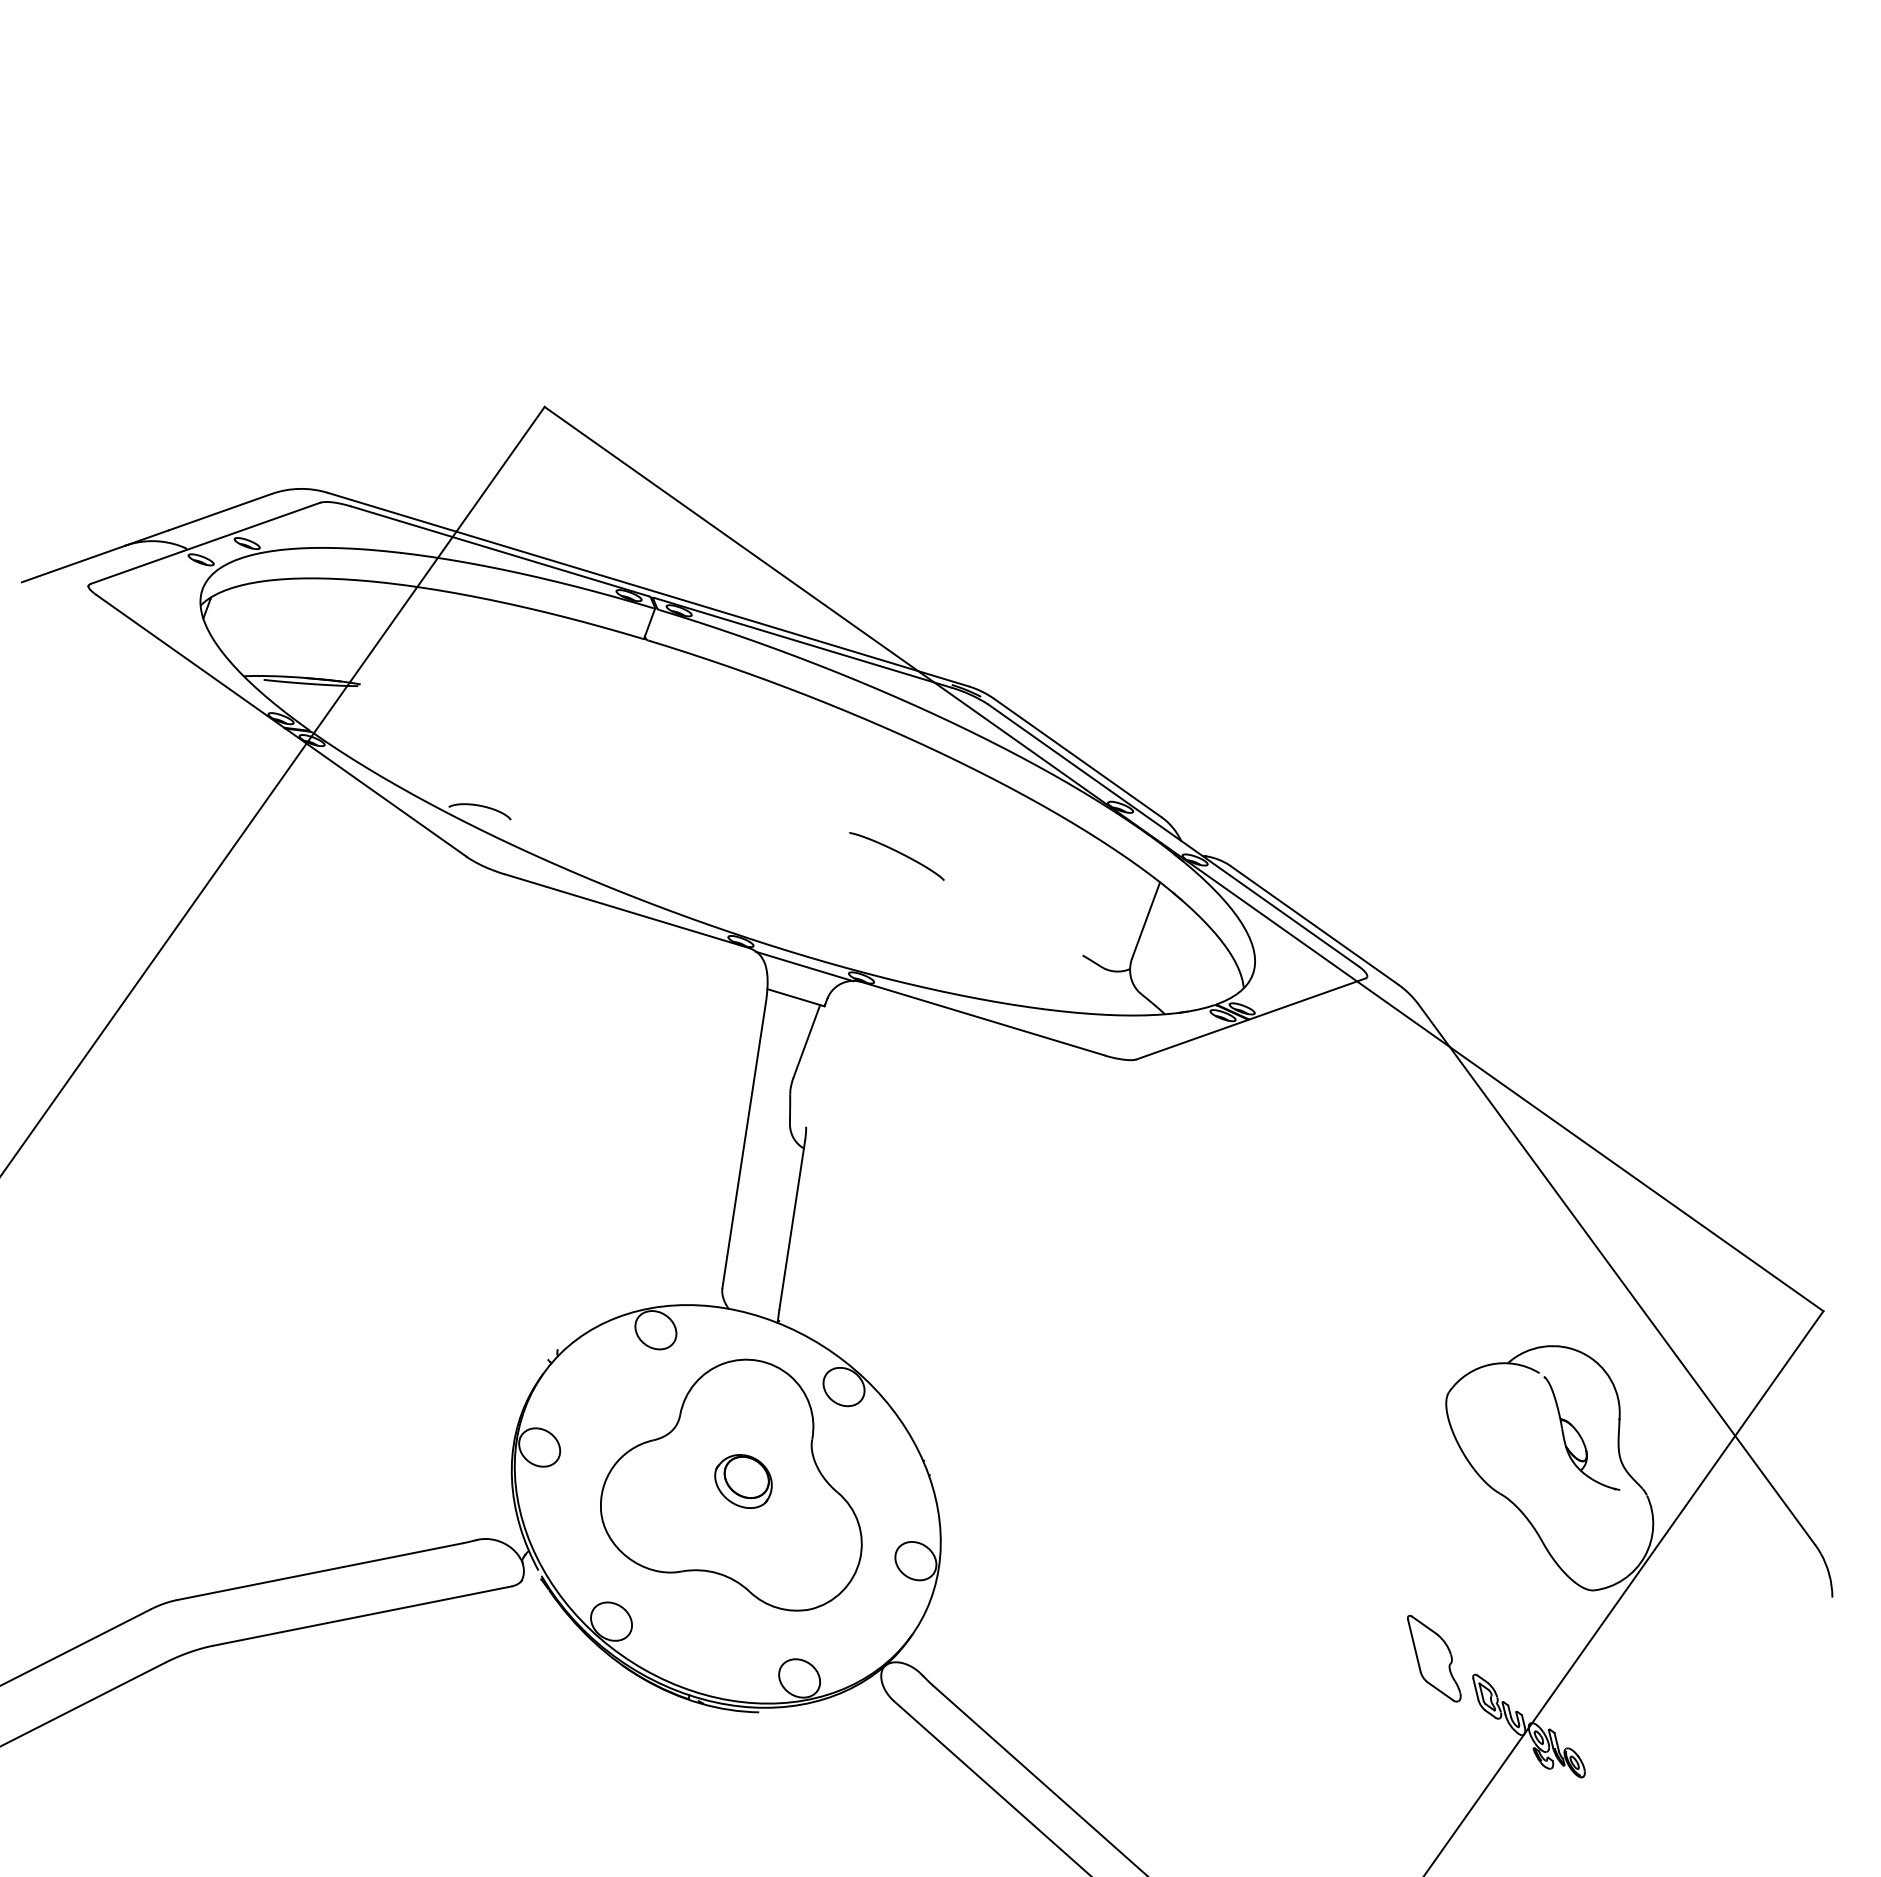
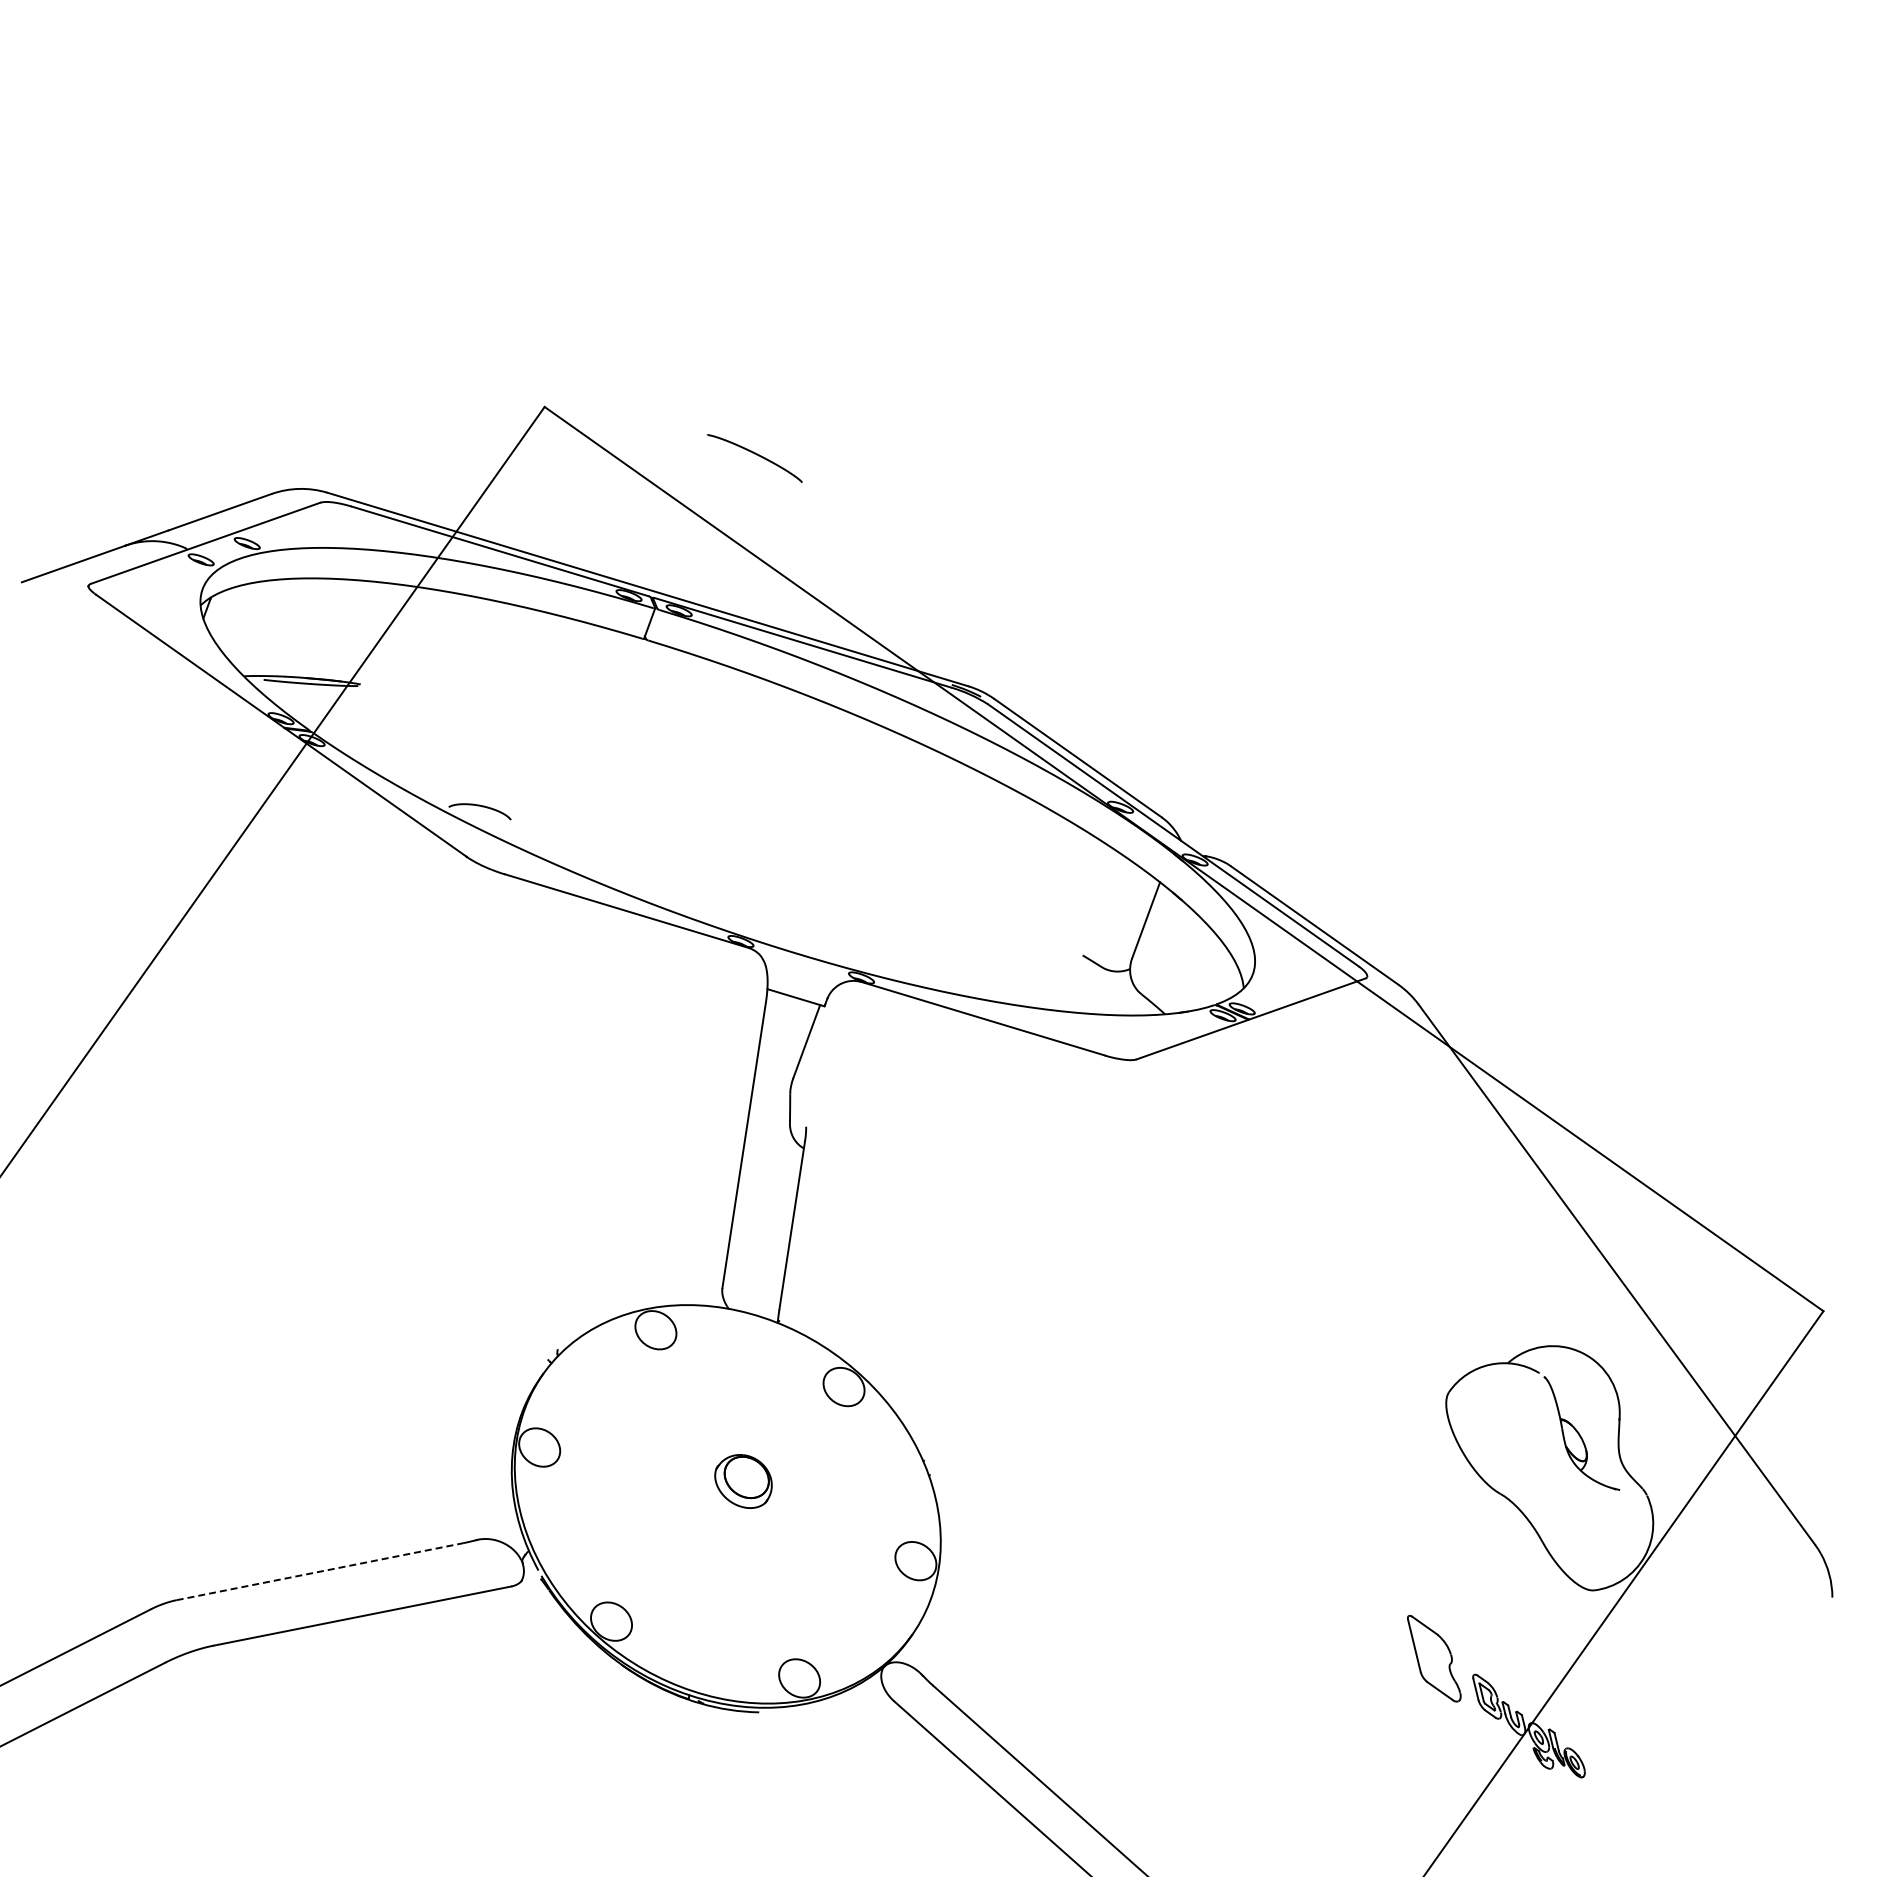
part at (896, 856) position: (896, 856) -> (754, 458)
line at (804, 966): present -> none
part at (731, 1484): present -> none
line at (319, 1571): solid -> dashed
